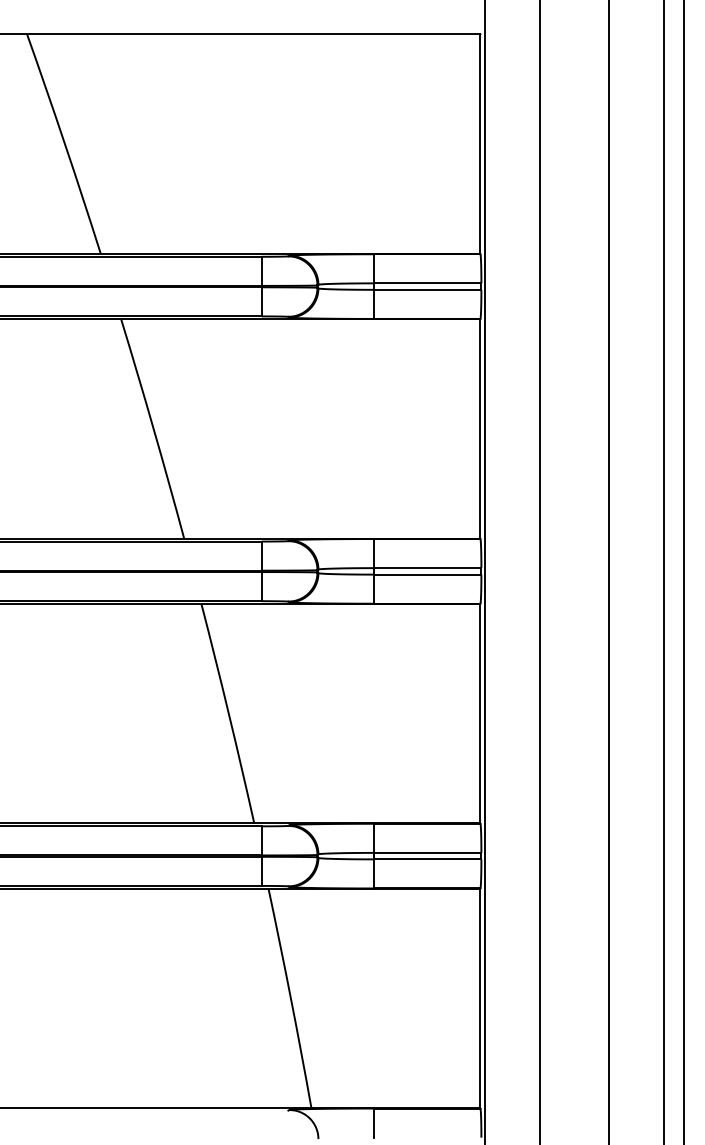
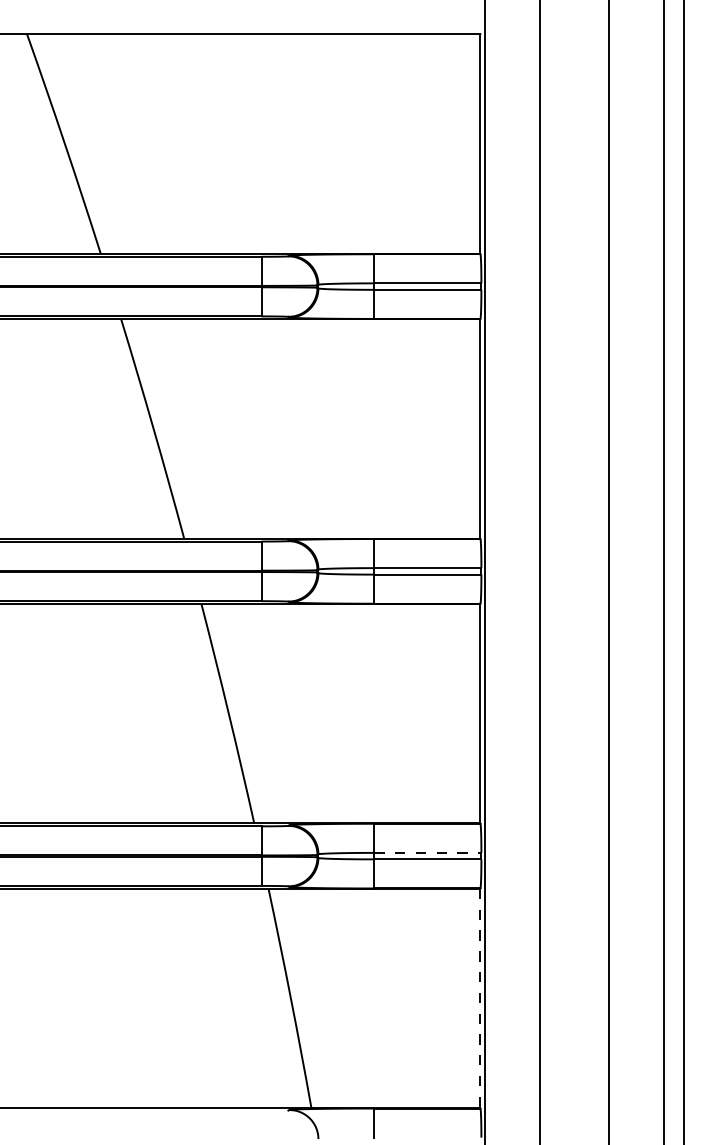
line at (427, 852): solid -> dashed
line at (479, 998): solid -> dashed
